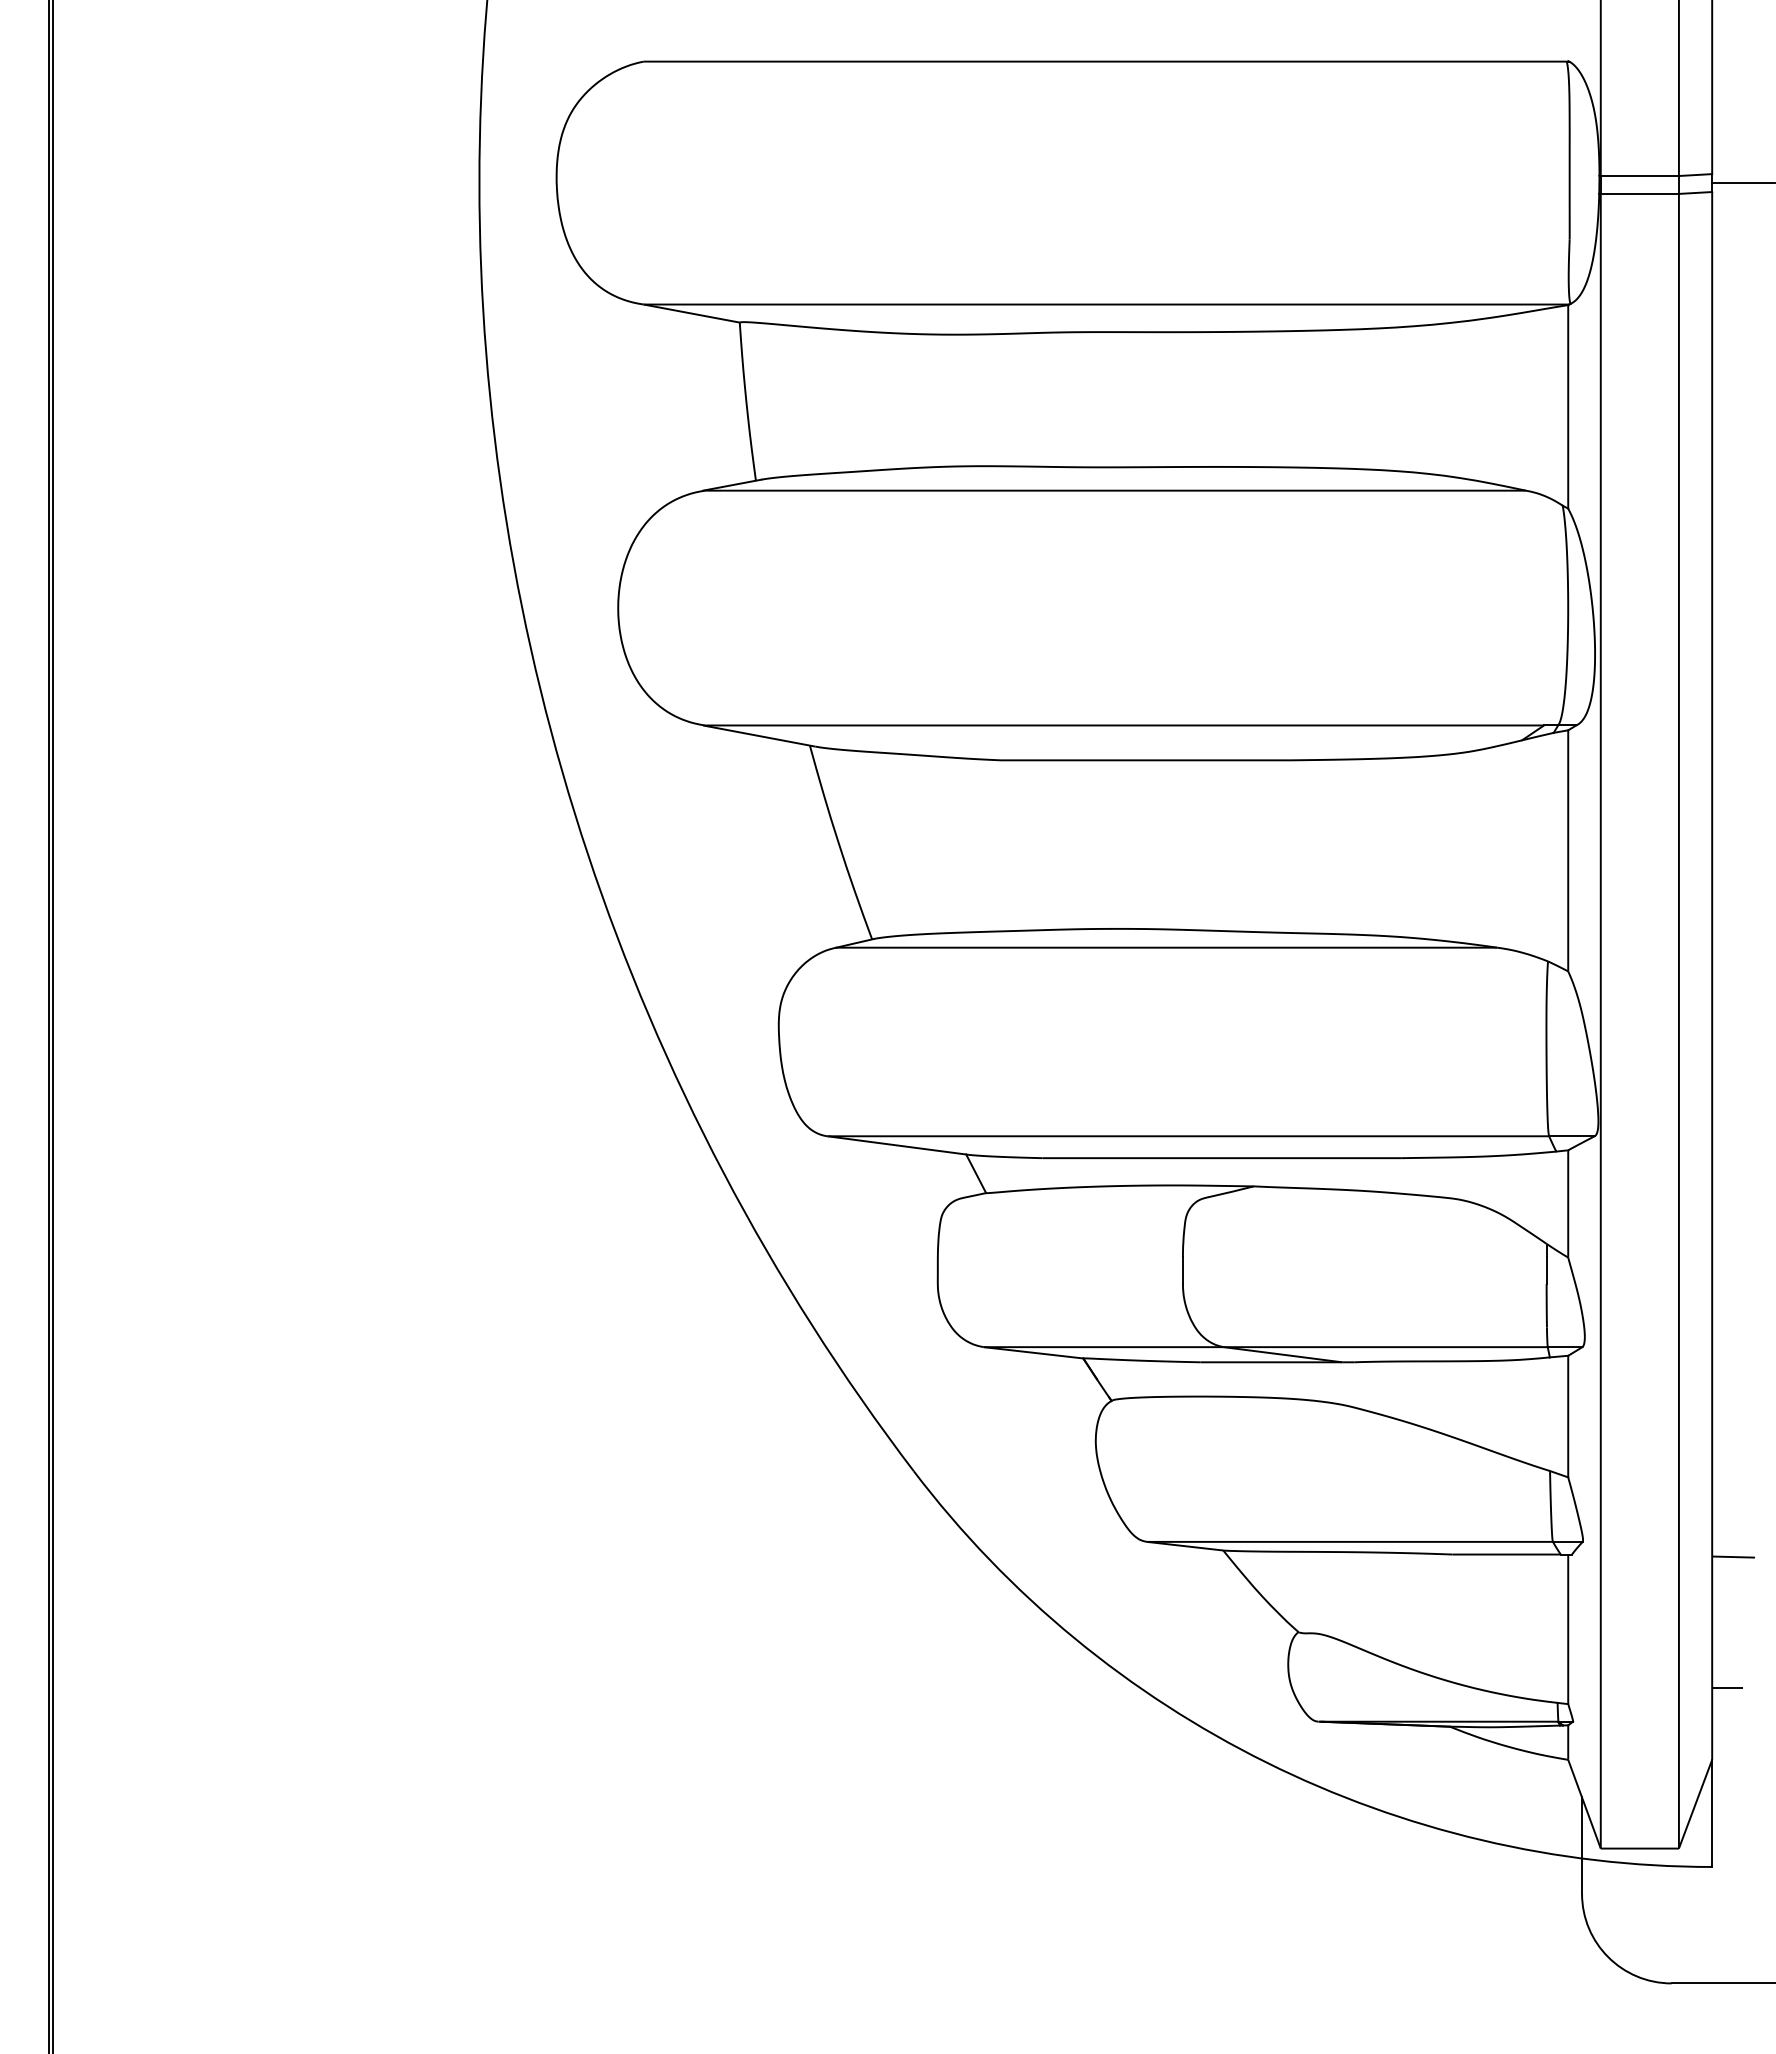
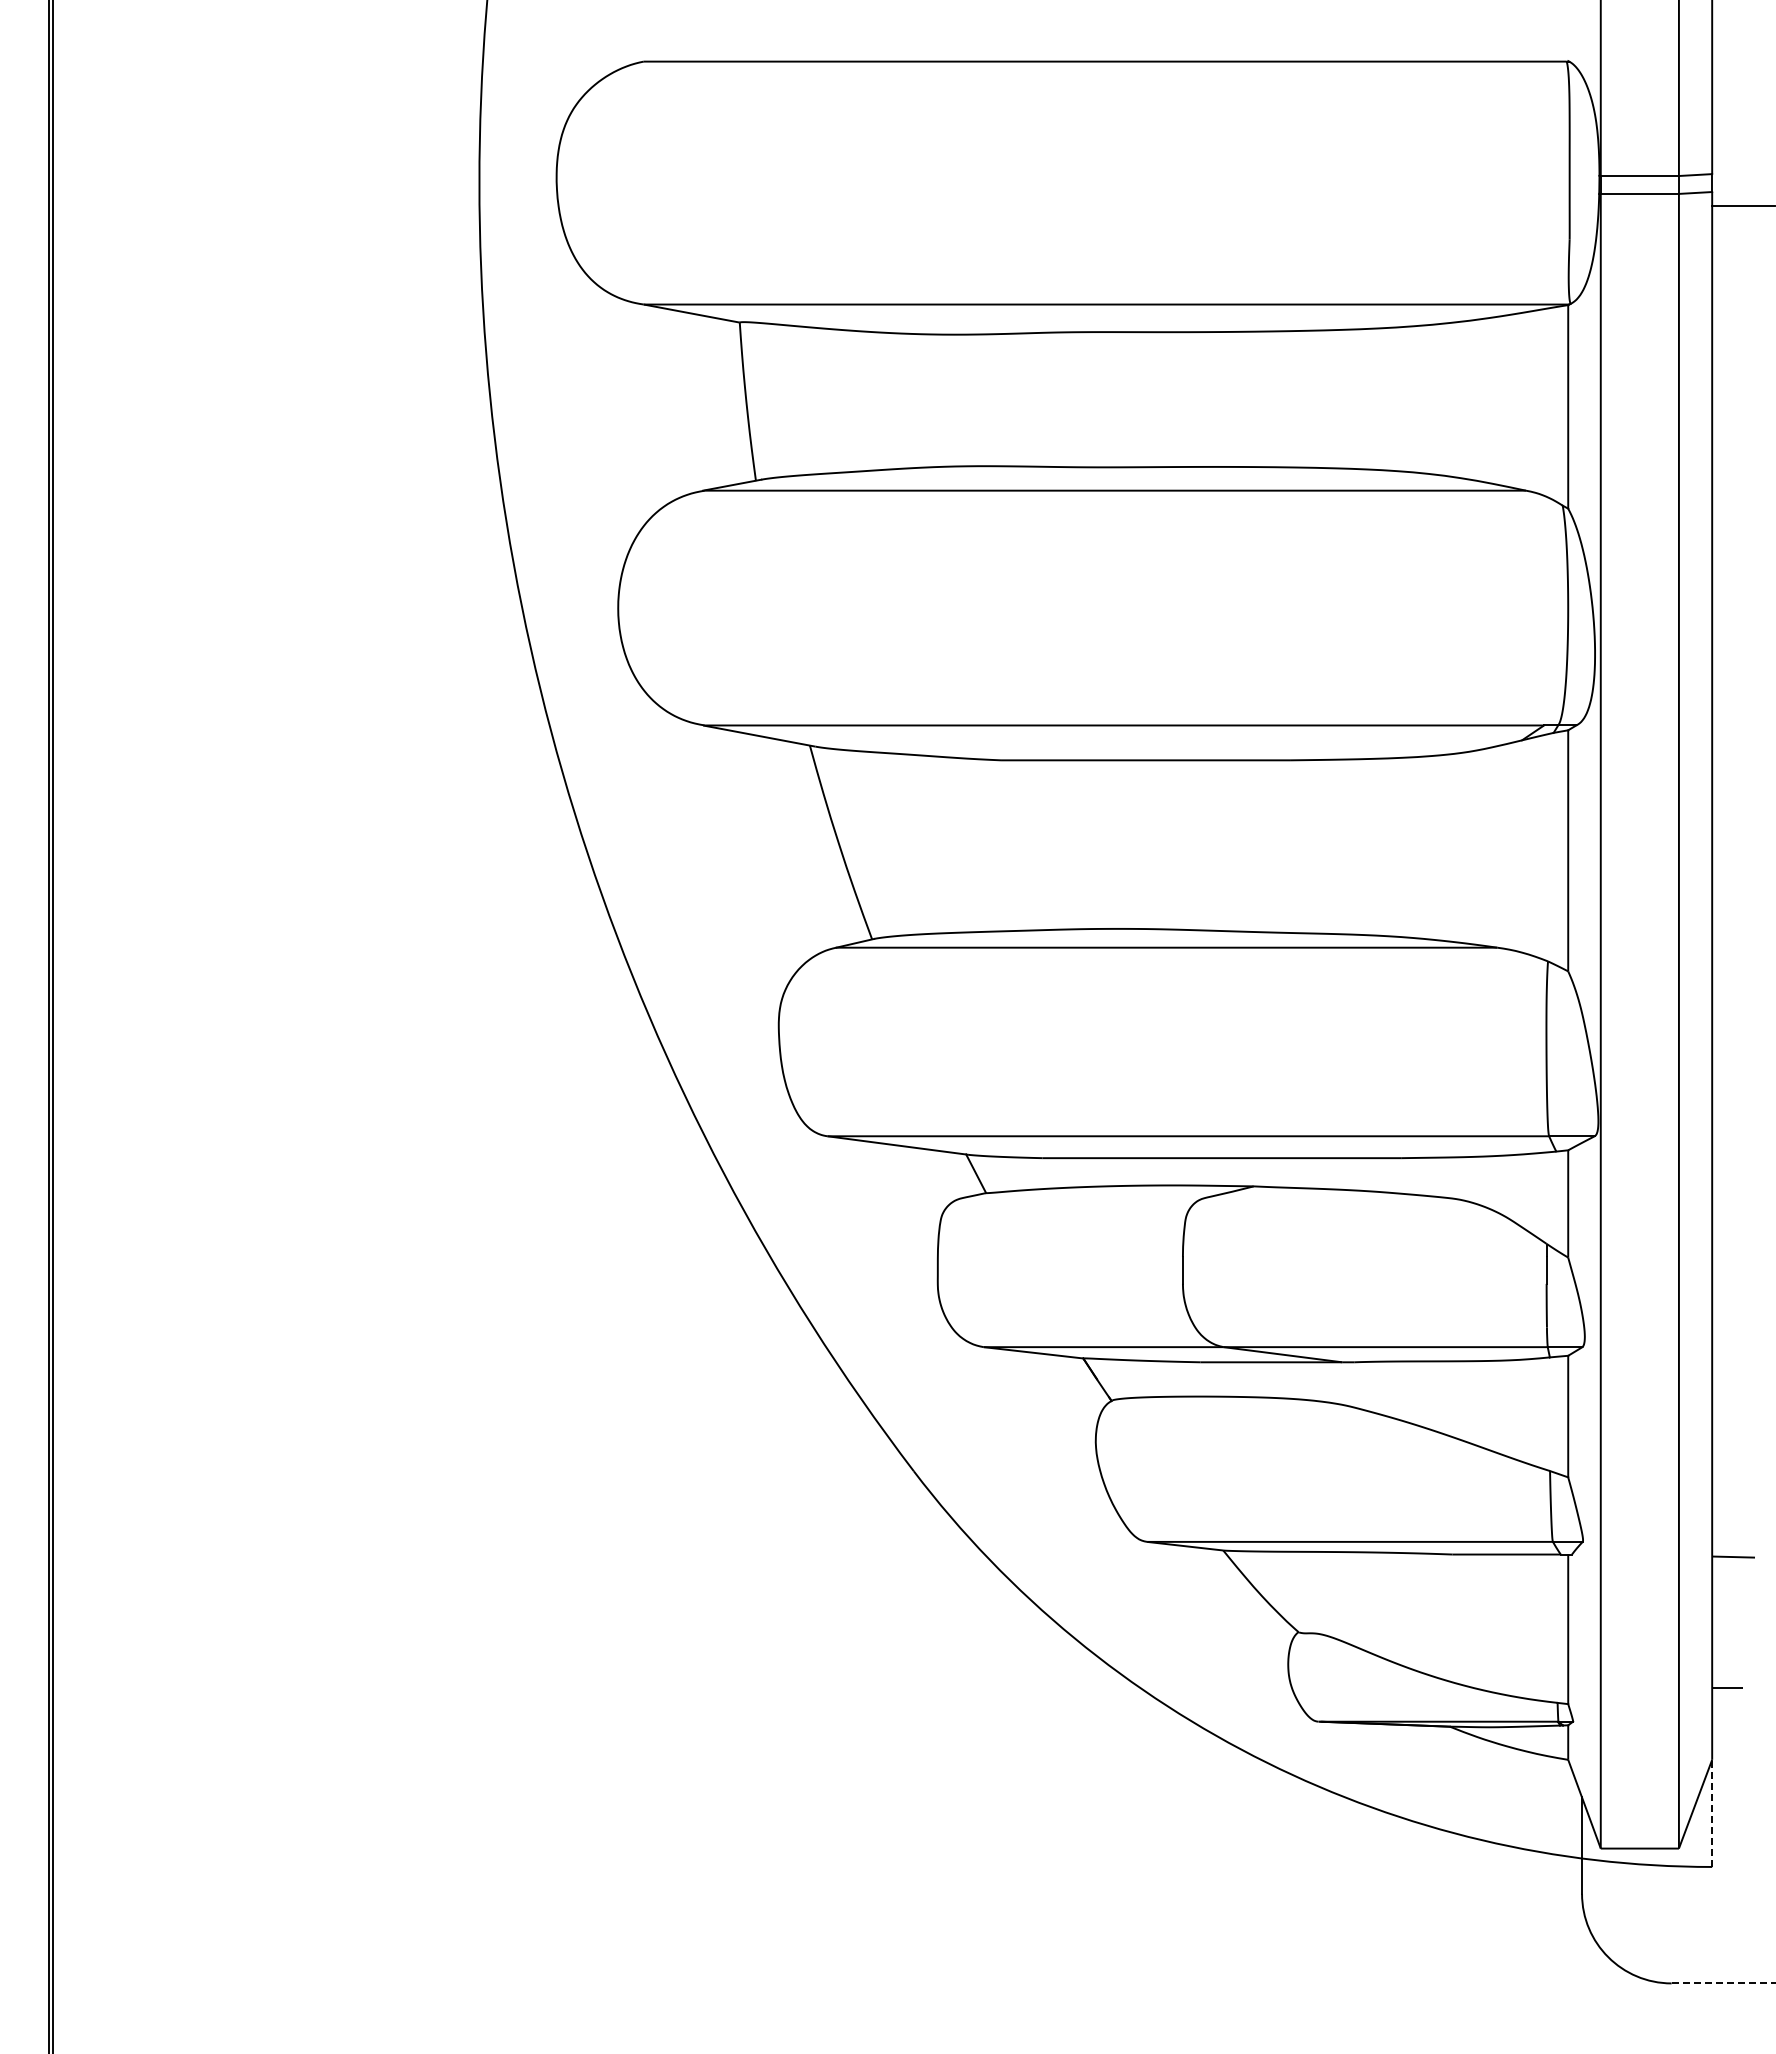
line at (1742, 183) position: (1742, 183) -> (1742, 206)
line at (1712, 1813): solid -> dashed
line at (1723, 1983): solid -> dashed
